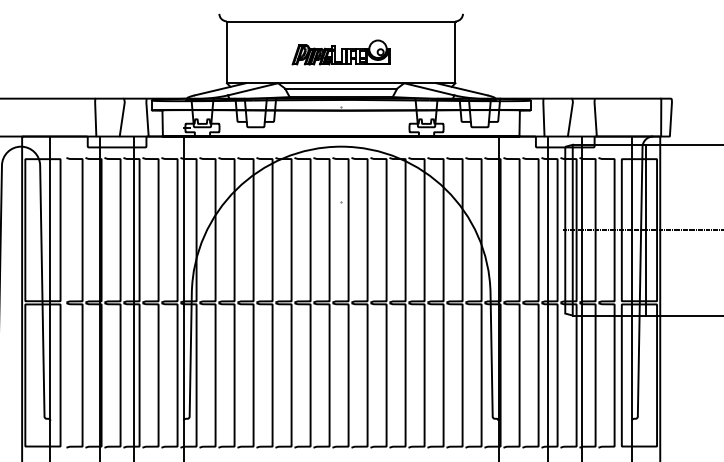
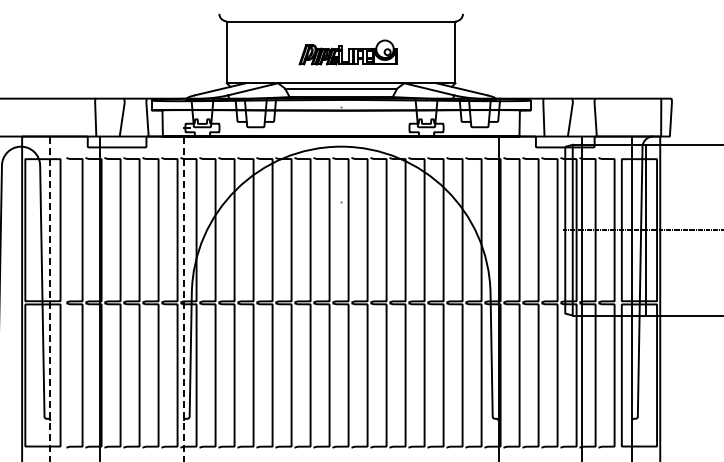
part at (340, 52) position: (340, 52) -> (347, 52)
line at (134, 297): present -> none
line at (548, 297): present -> none
line at (50, 461): solid -> dashed
